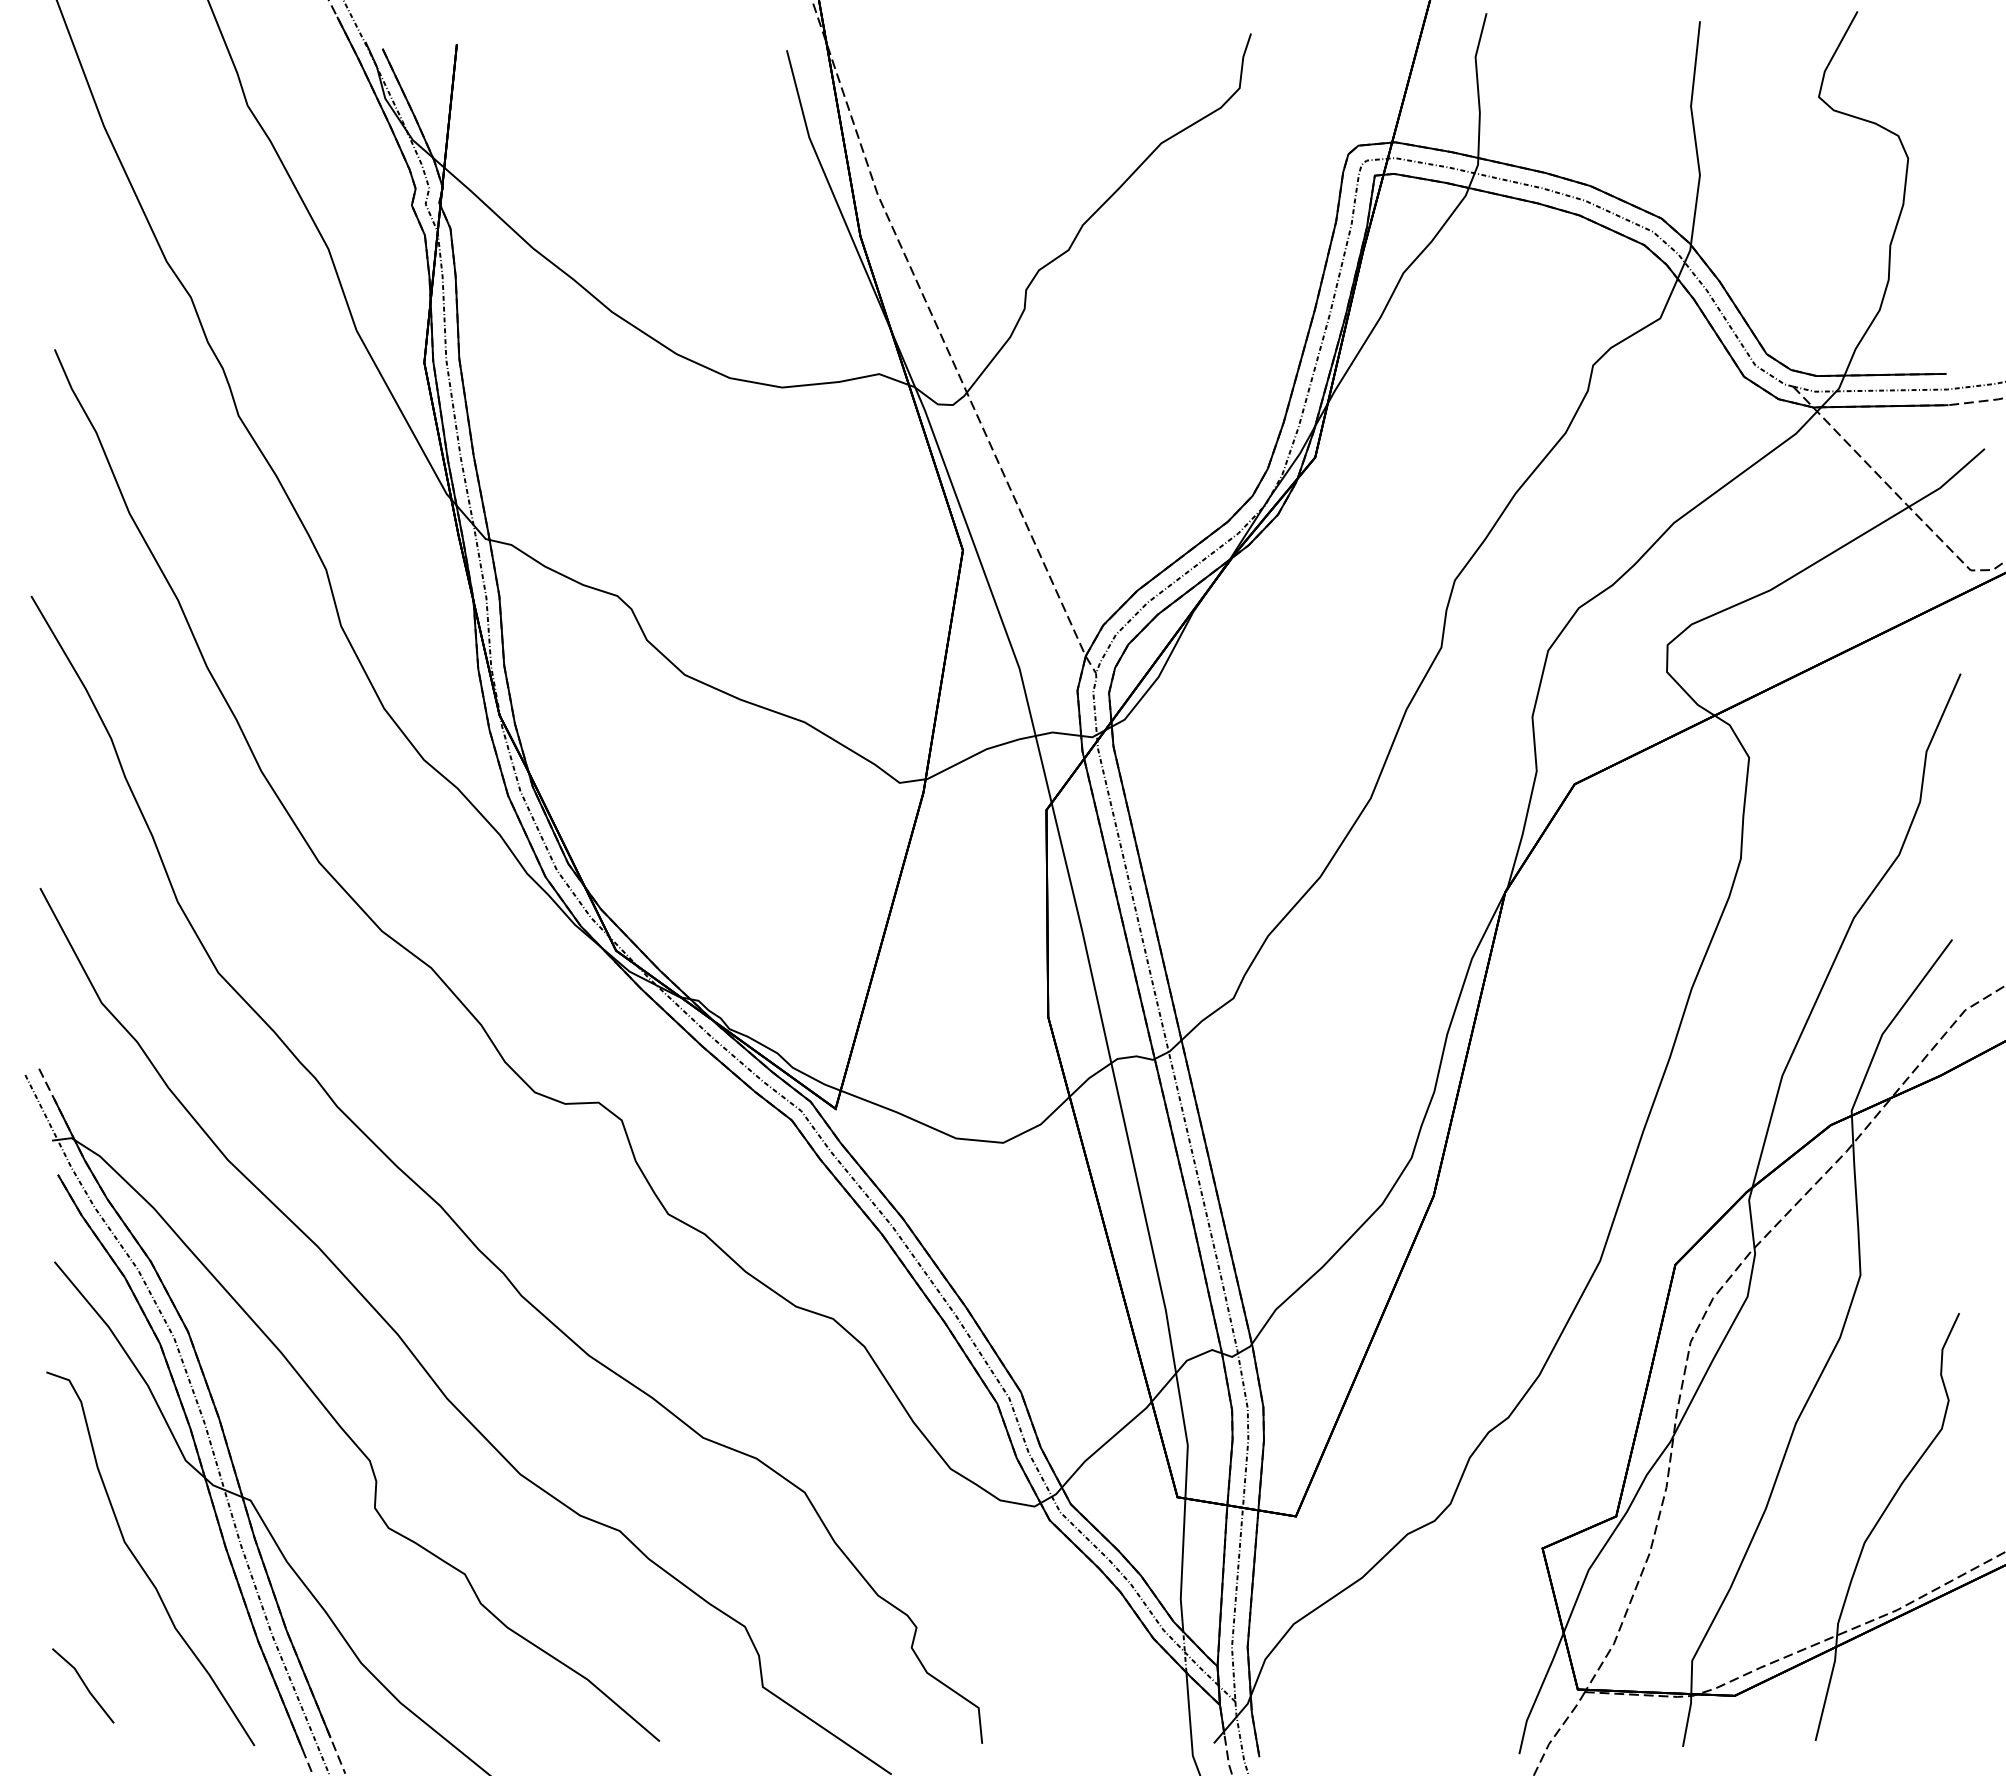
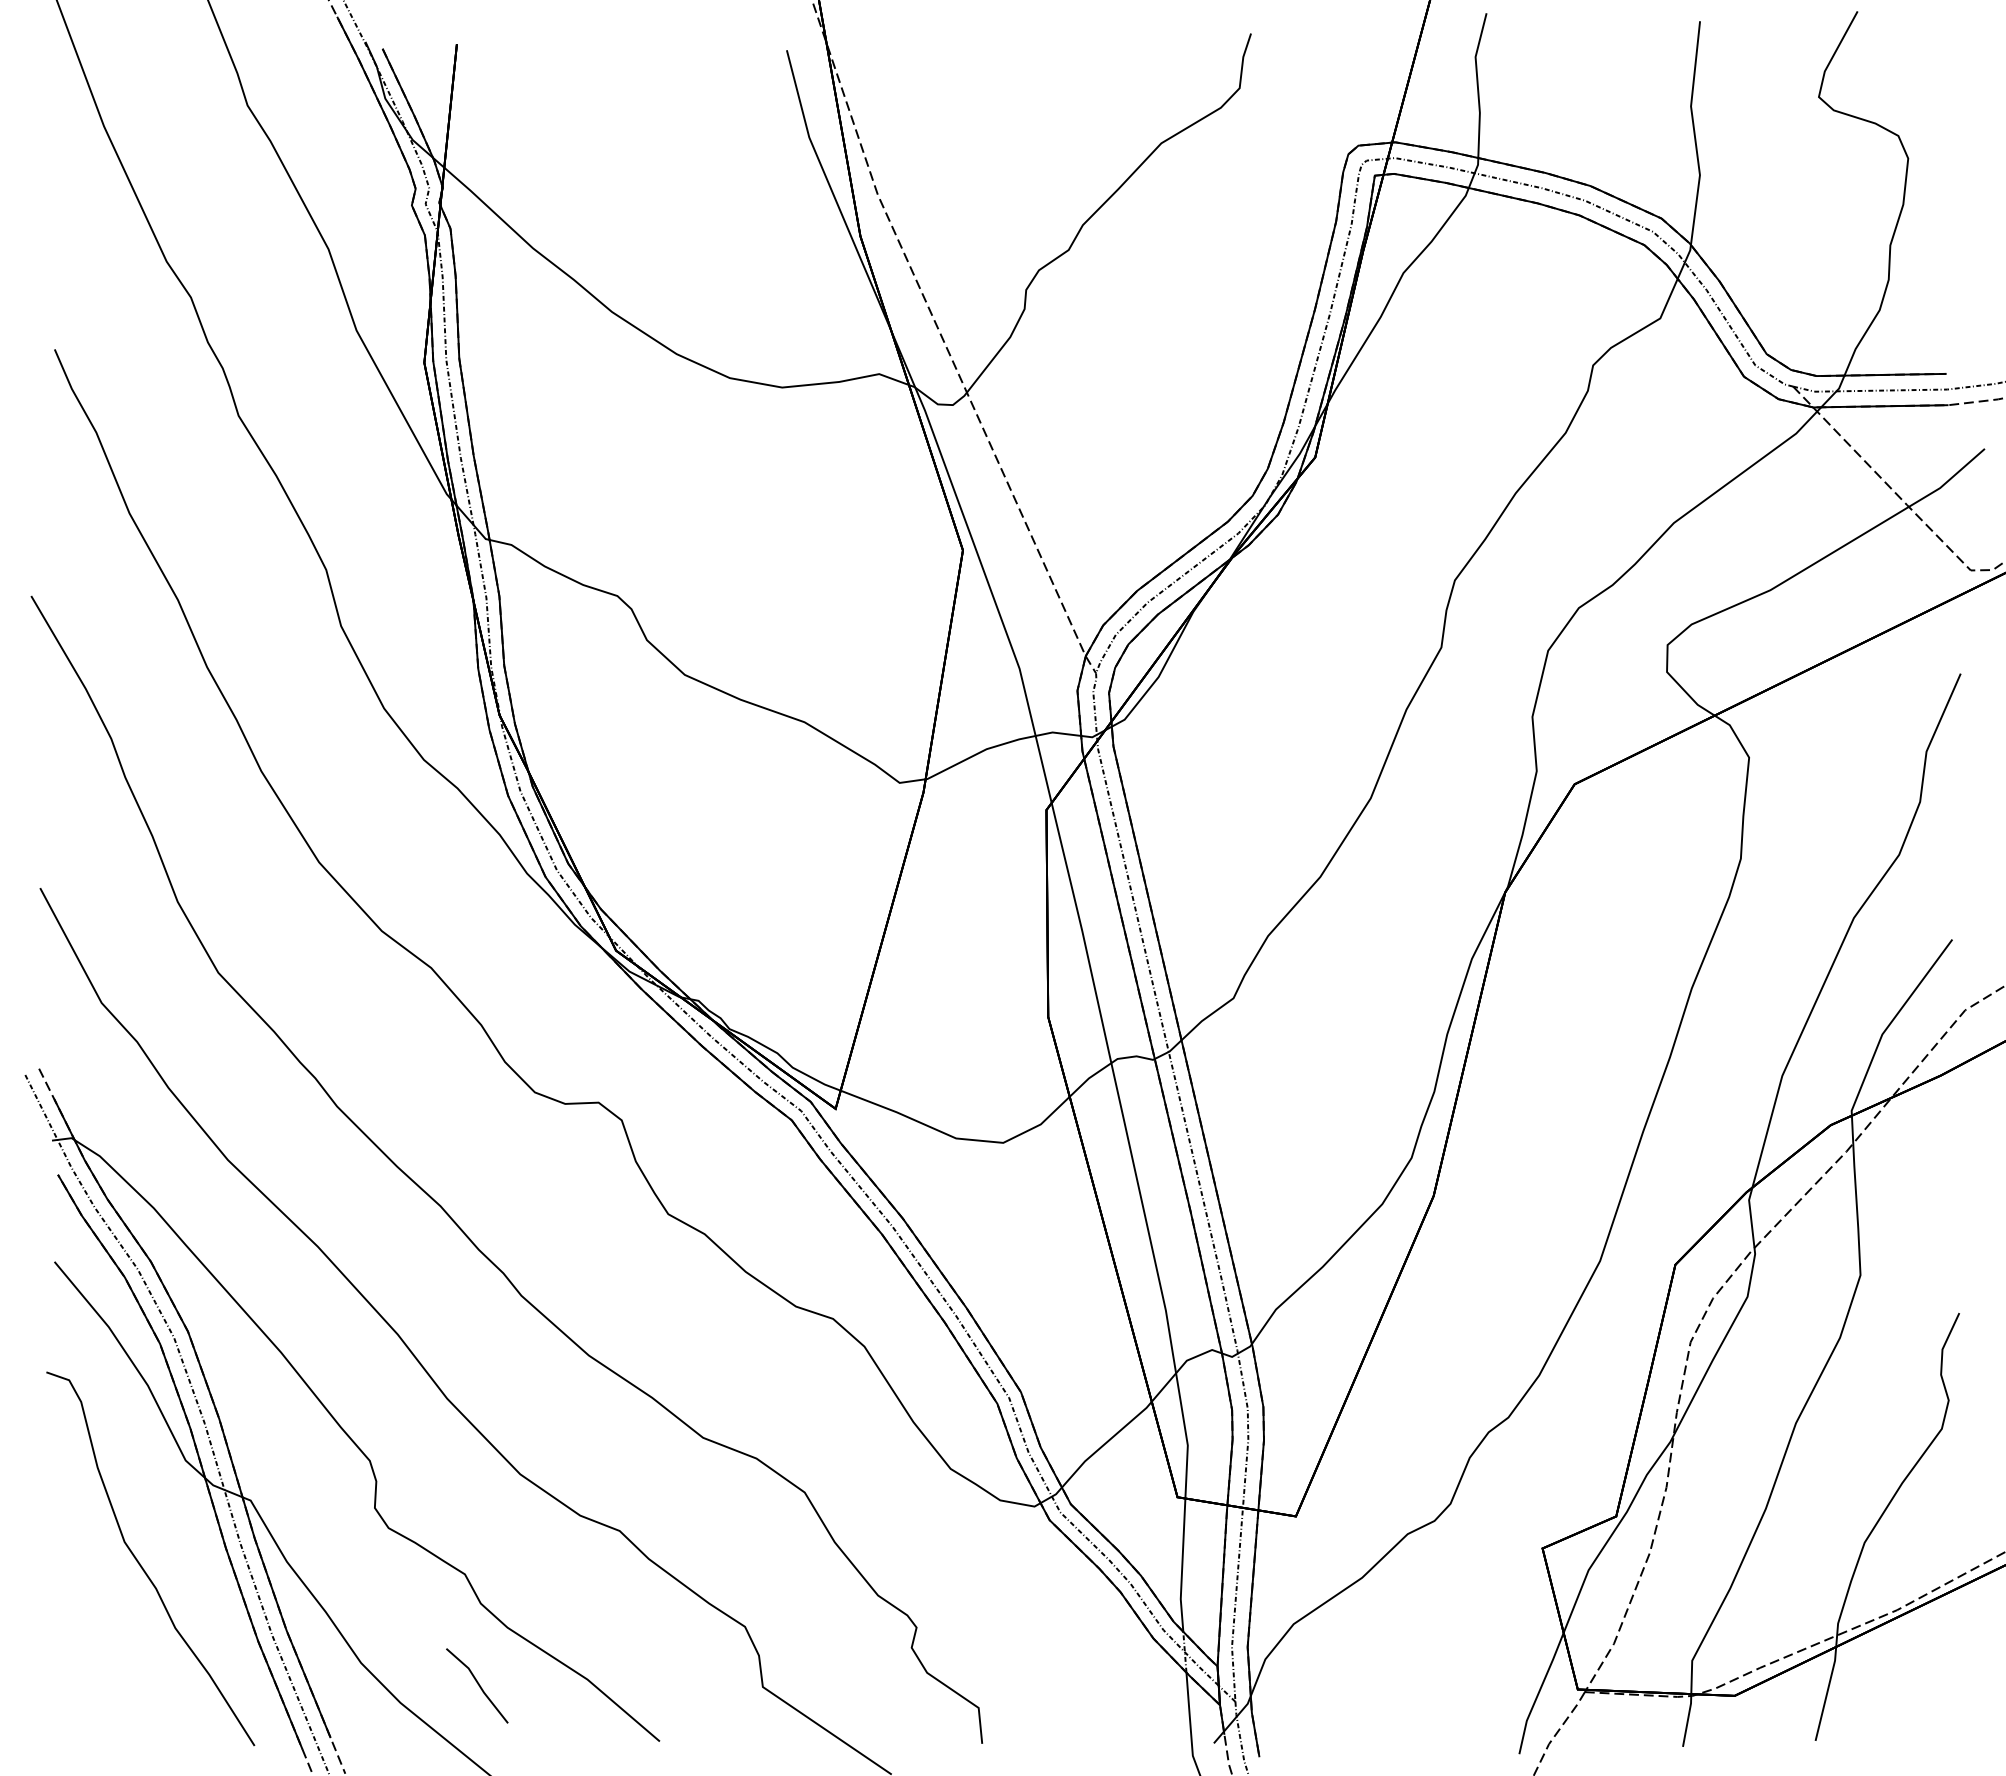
line at (83, 1684) position: (83, 1684) -> (477, 1684)
